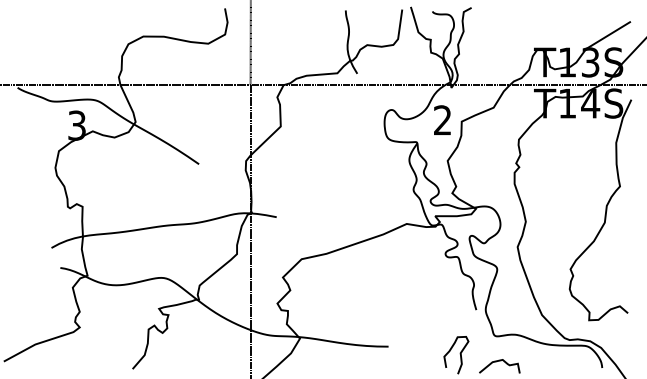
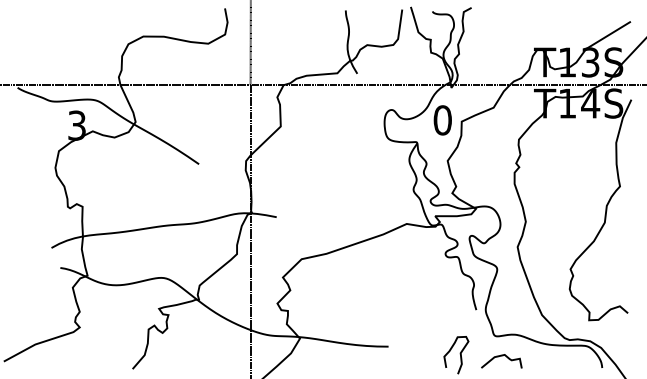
text at (442, 120): 2 -> 0
curve at (499, 361) position: (499, 361) -> (501, 356)
